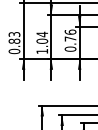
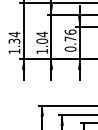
text at (14, 42): 0.83 -> 1.34
